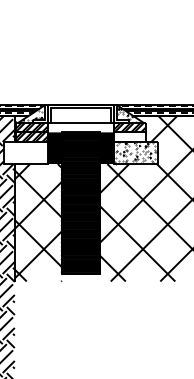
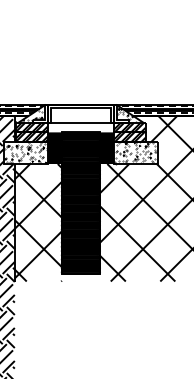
hatch at (129, 136): none -> present
hatch at (25, 153): none -> present
